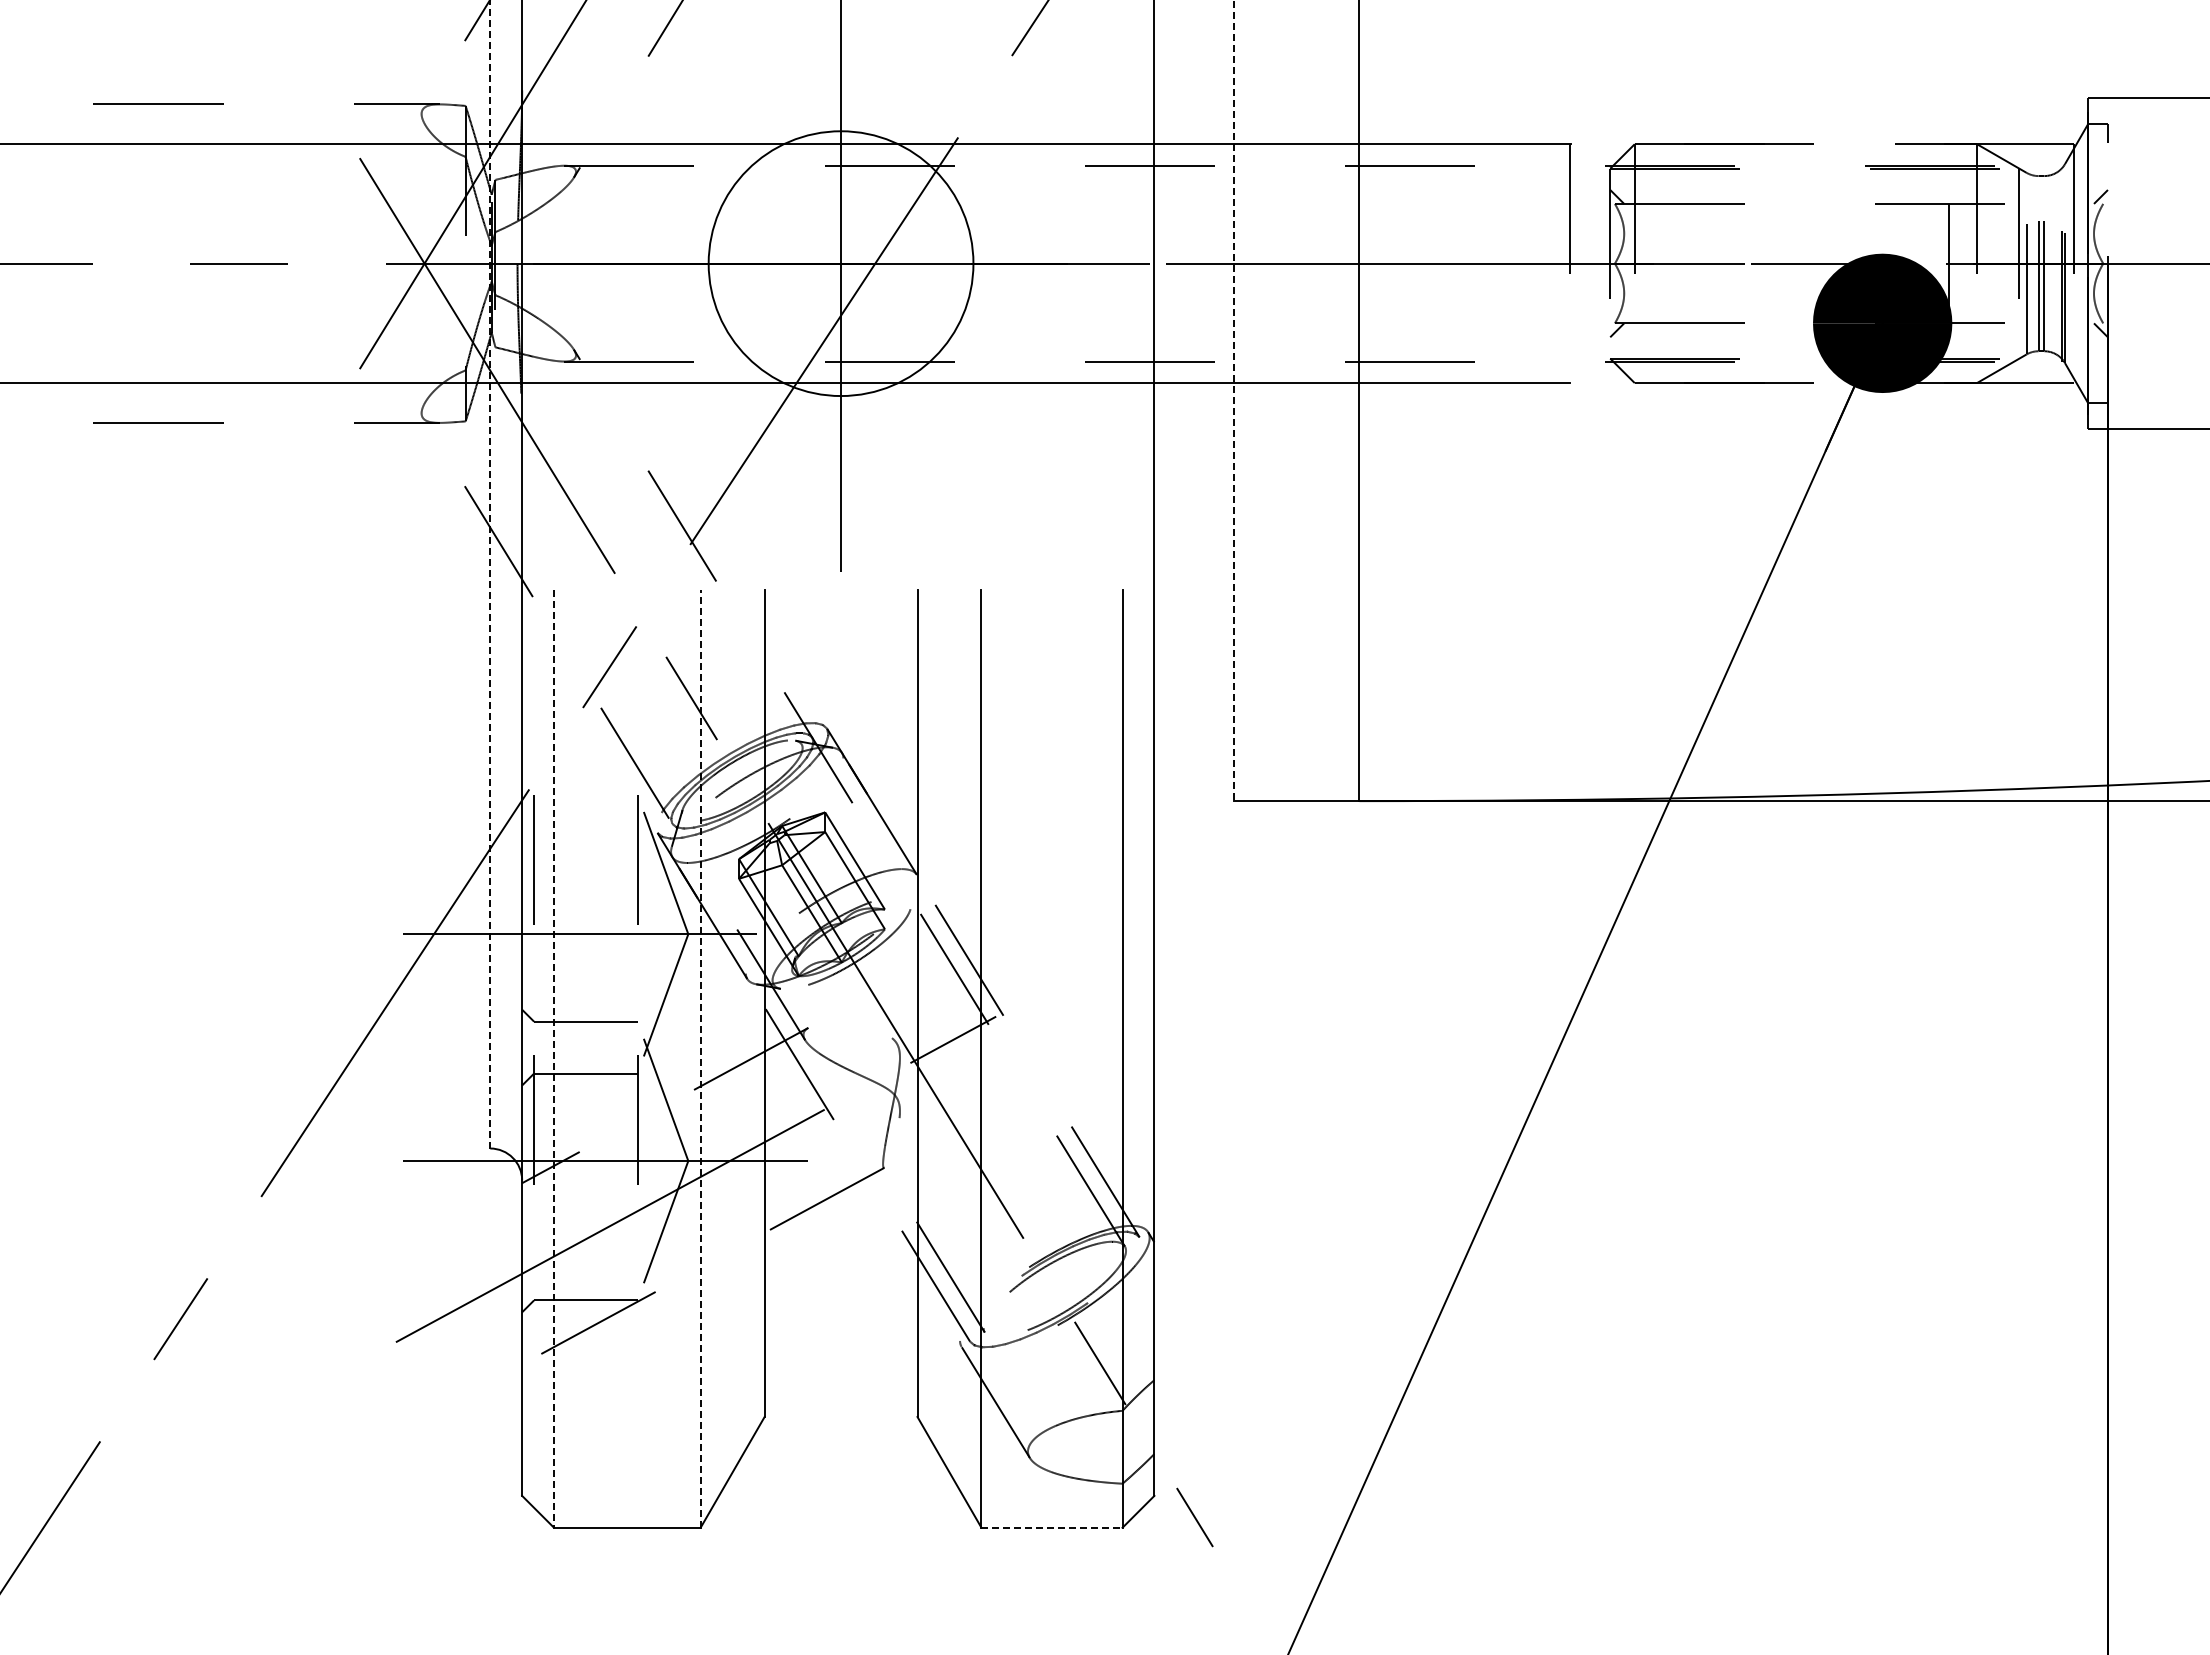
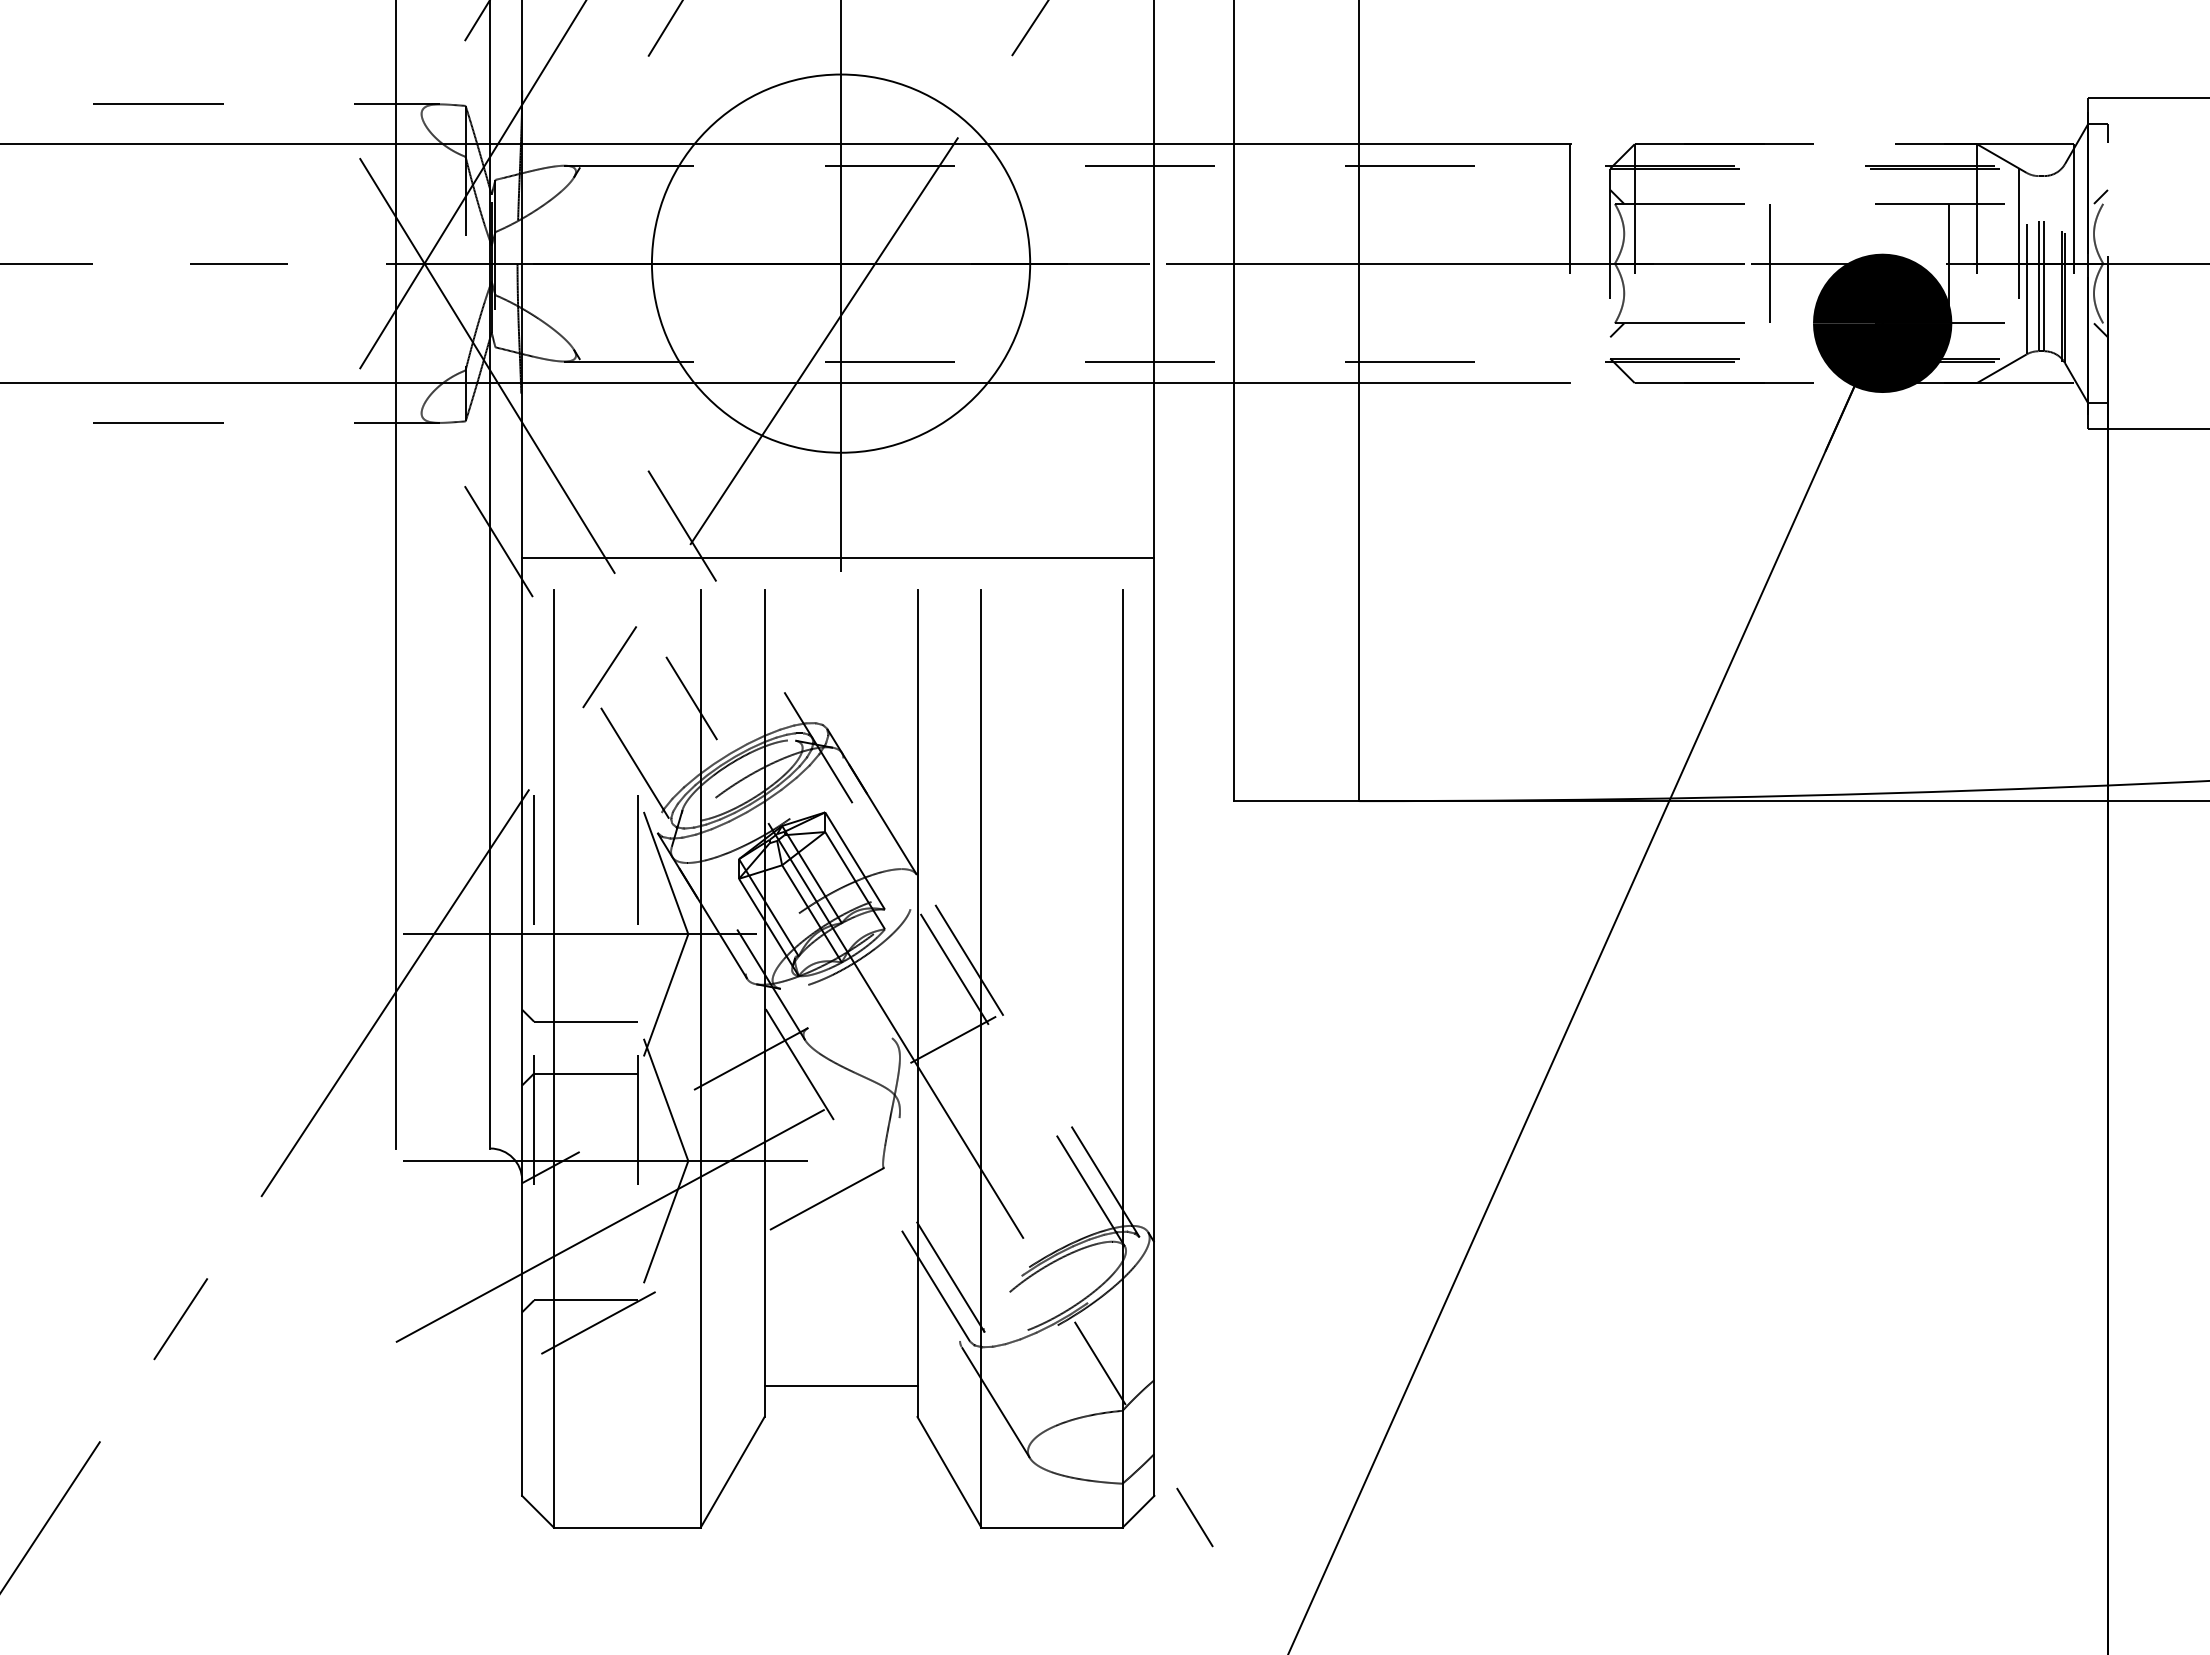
circle at (840, 263) diameter: 265 px -> 378 px
line at (1769, 263): none -> present
line at (1234, 401): dashed -> solid
line at (838, 557): none -> present
line at (490, 574): dashed -> solid
line at (395, 575): none -> present
line at (700, 1058): dashed -> solid
line at (554, 1059): dashed -> solid
line at (840, 1385): none -> present
line at (1052, 1527): dashed -> solid
